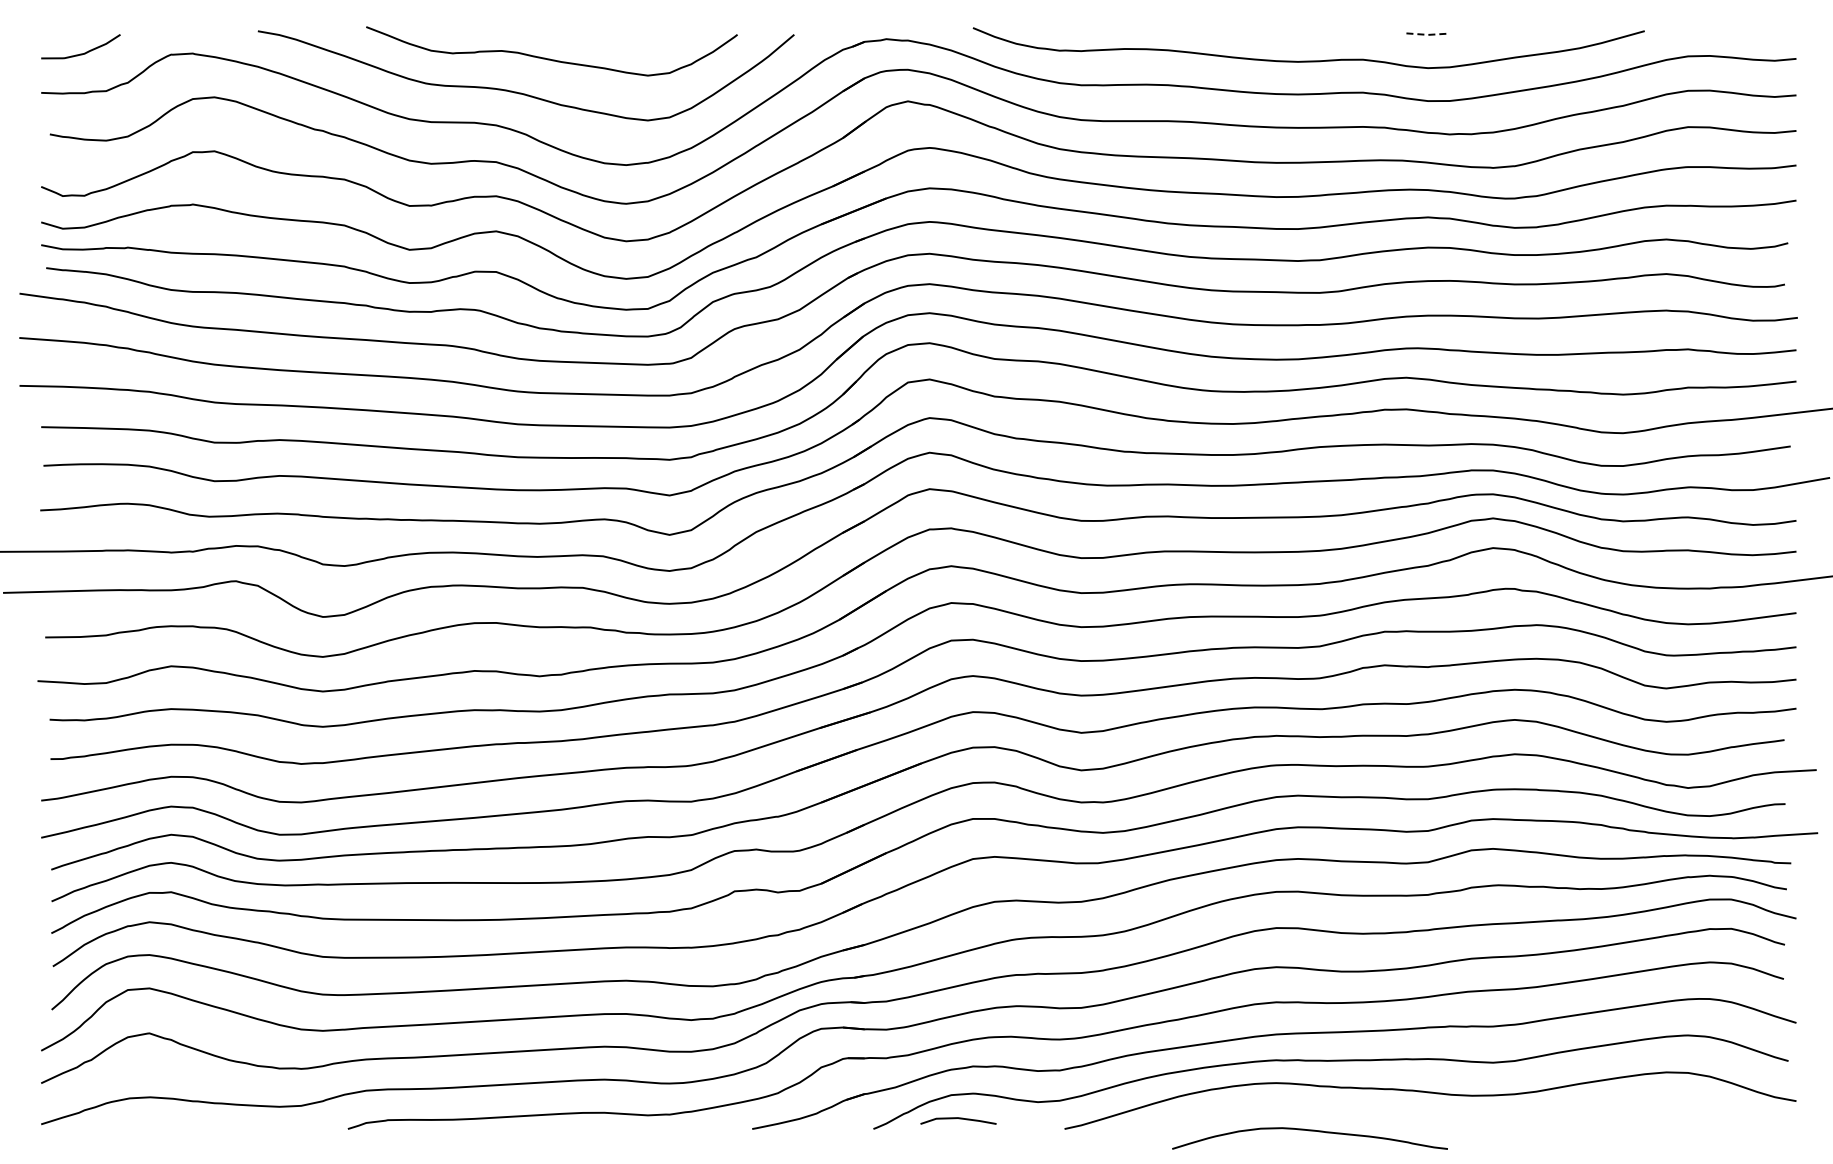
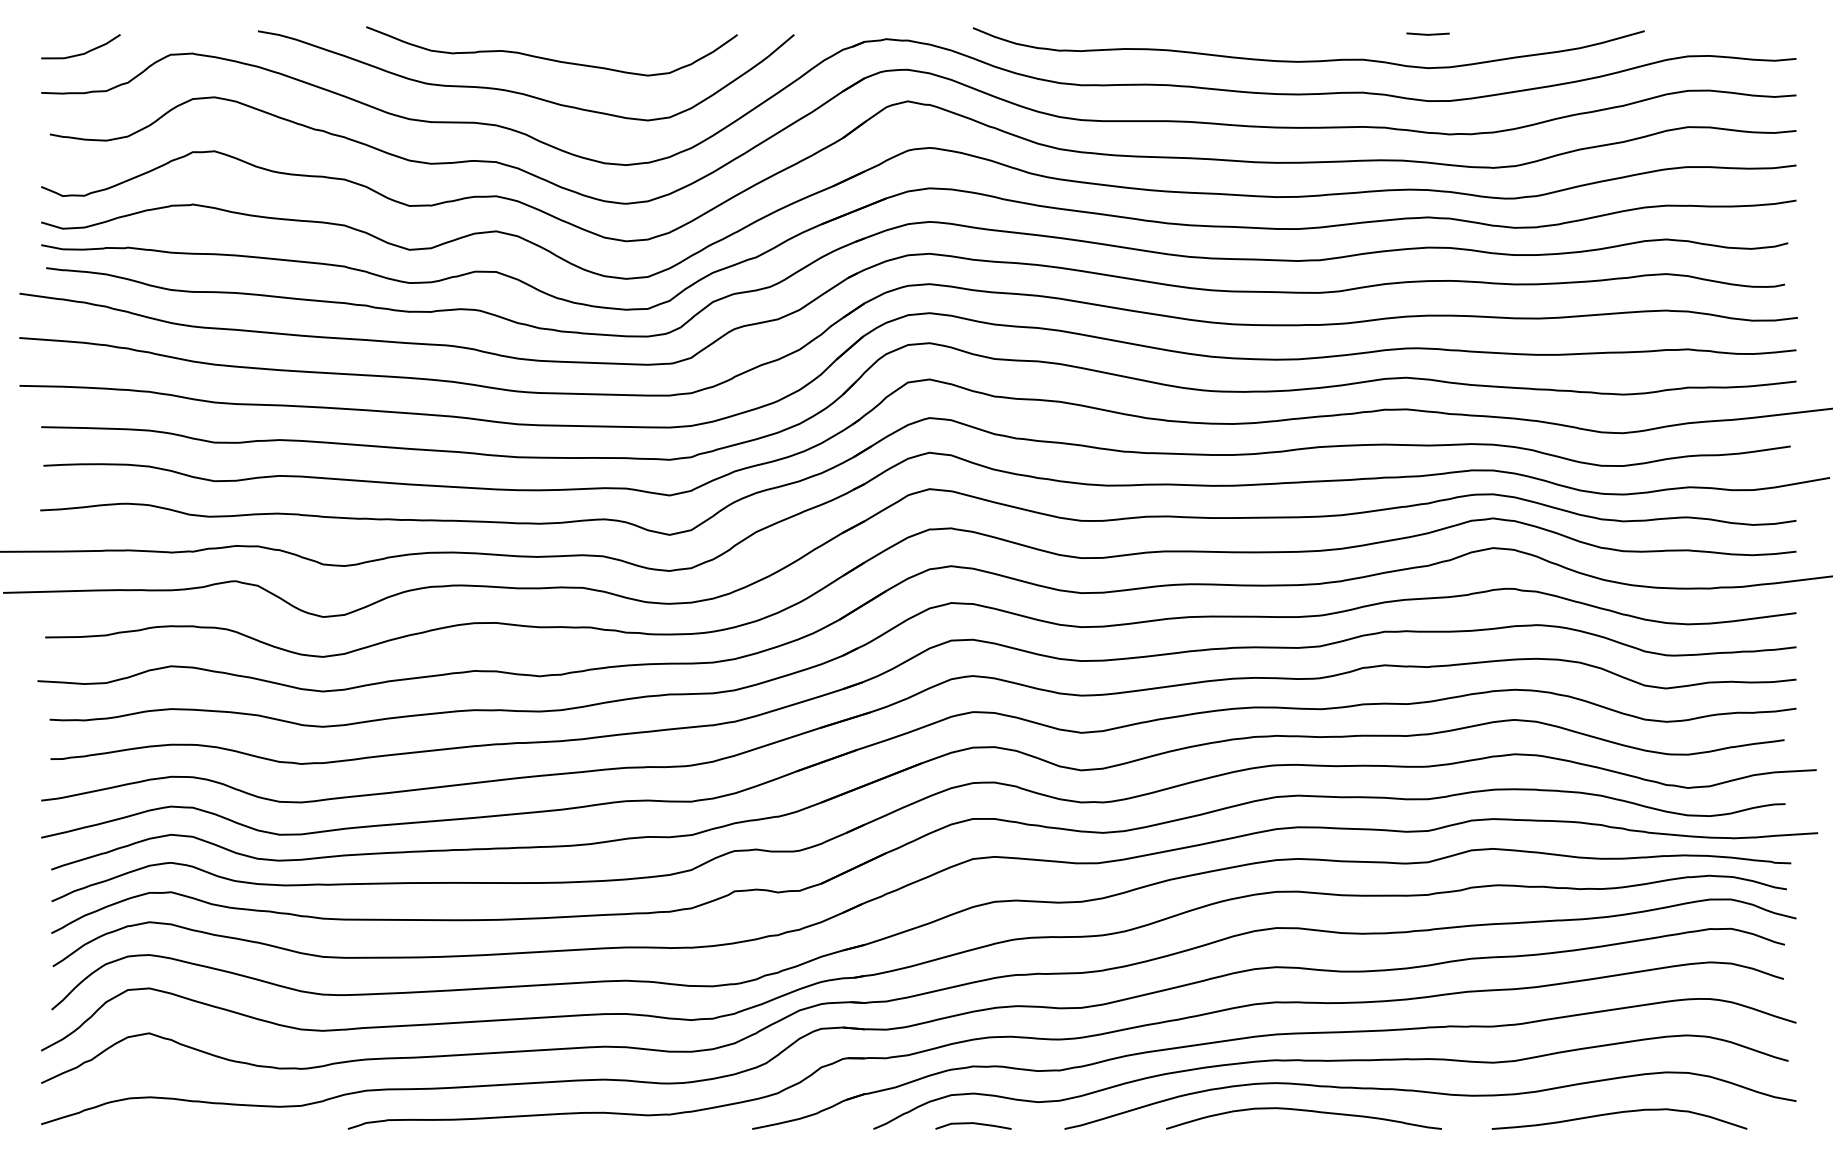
line at (1428, 34): dashed -> solid
curve at (1619, 1113): none -> present
line at (958, 1119) position: (958, 1119) -> (973, 1124)
curve at (1309, 1131) position: (1309, 1131) -> (1303, 1111)
